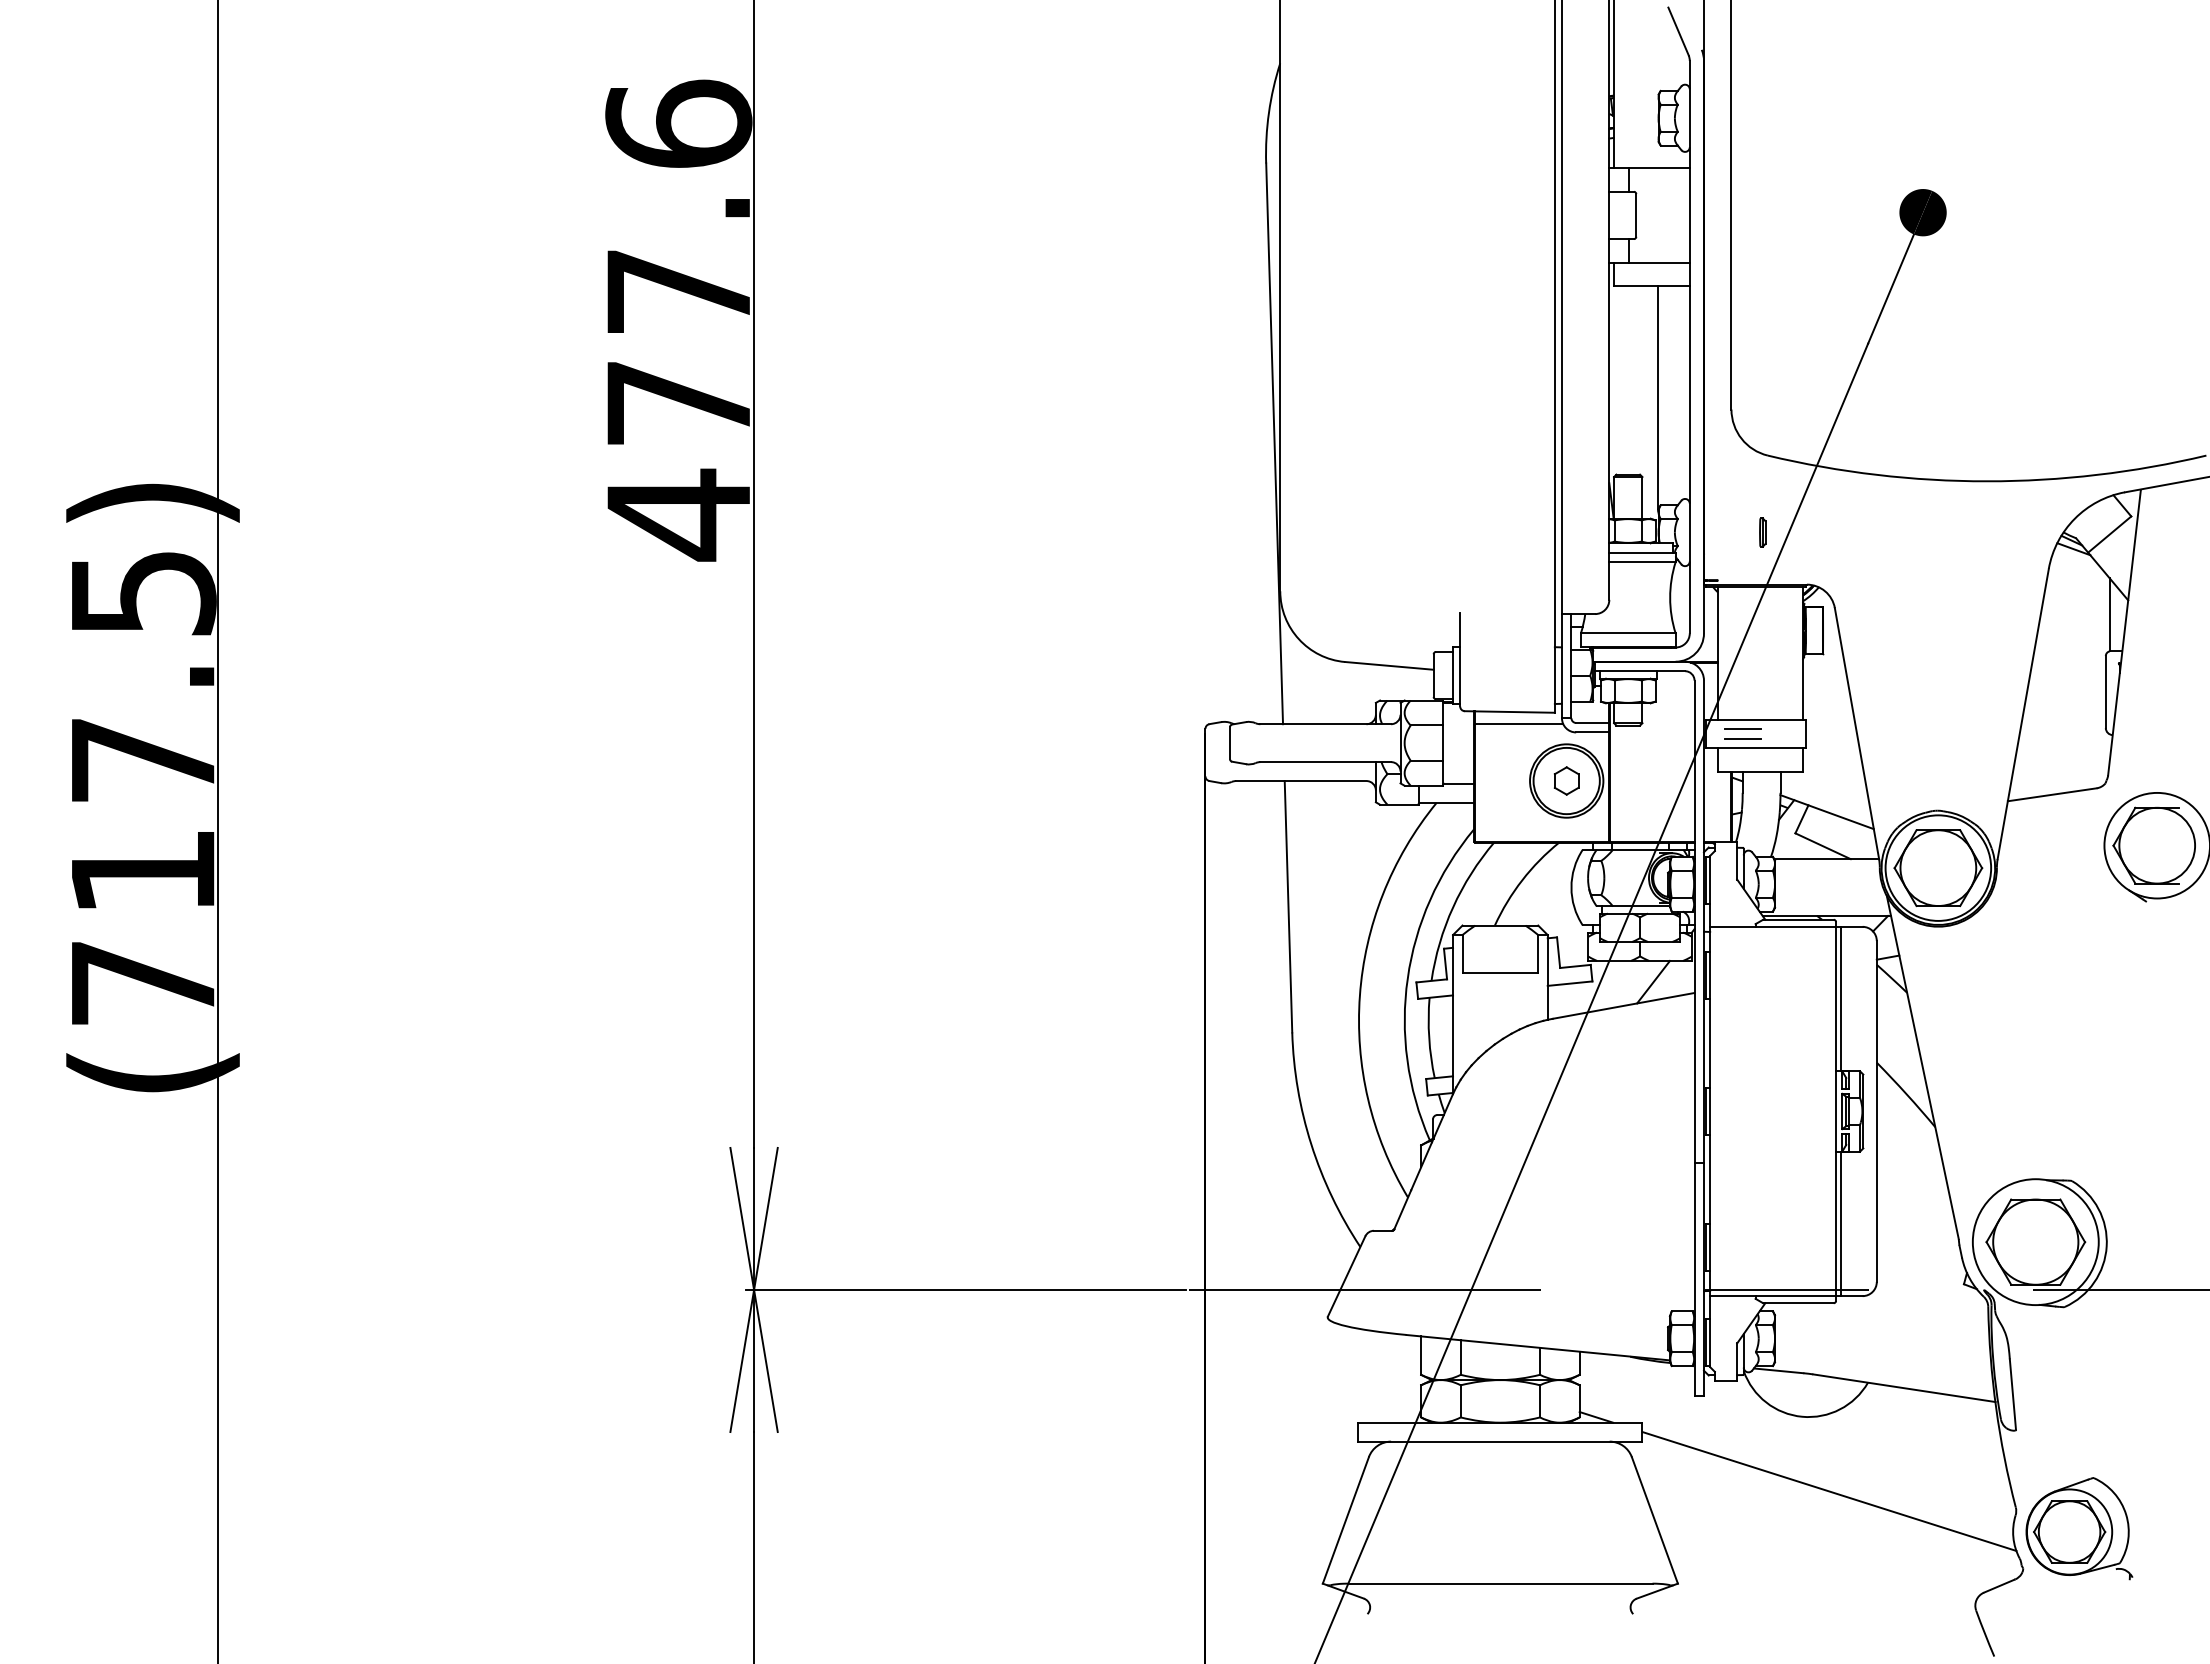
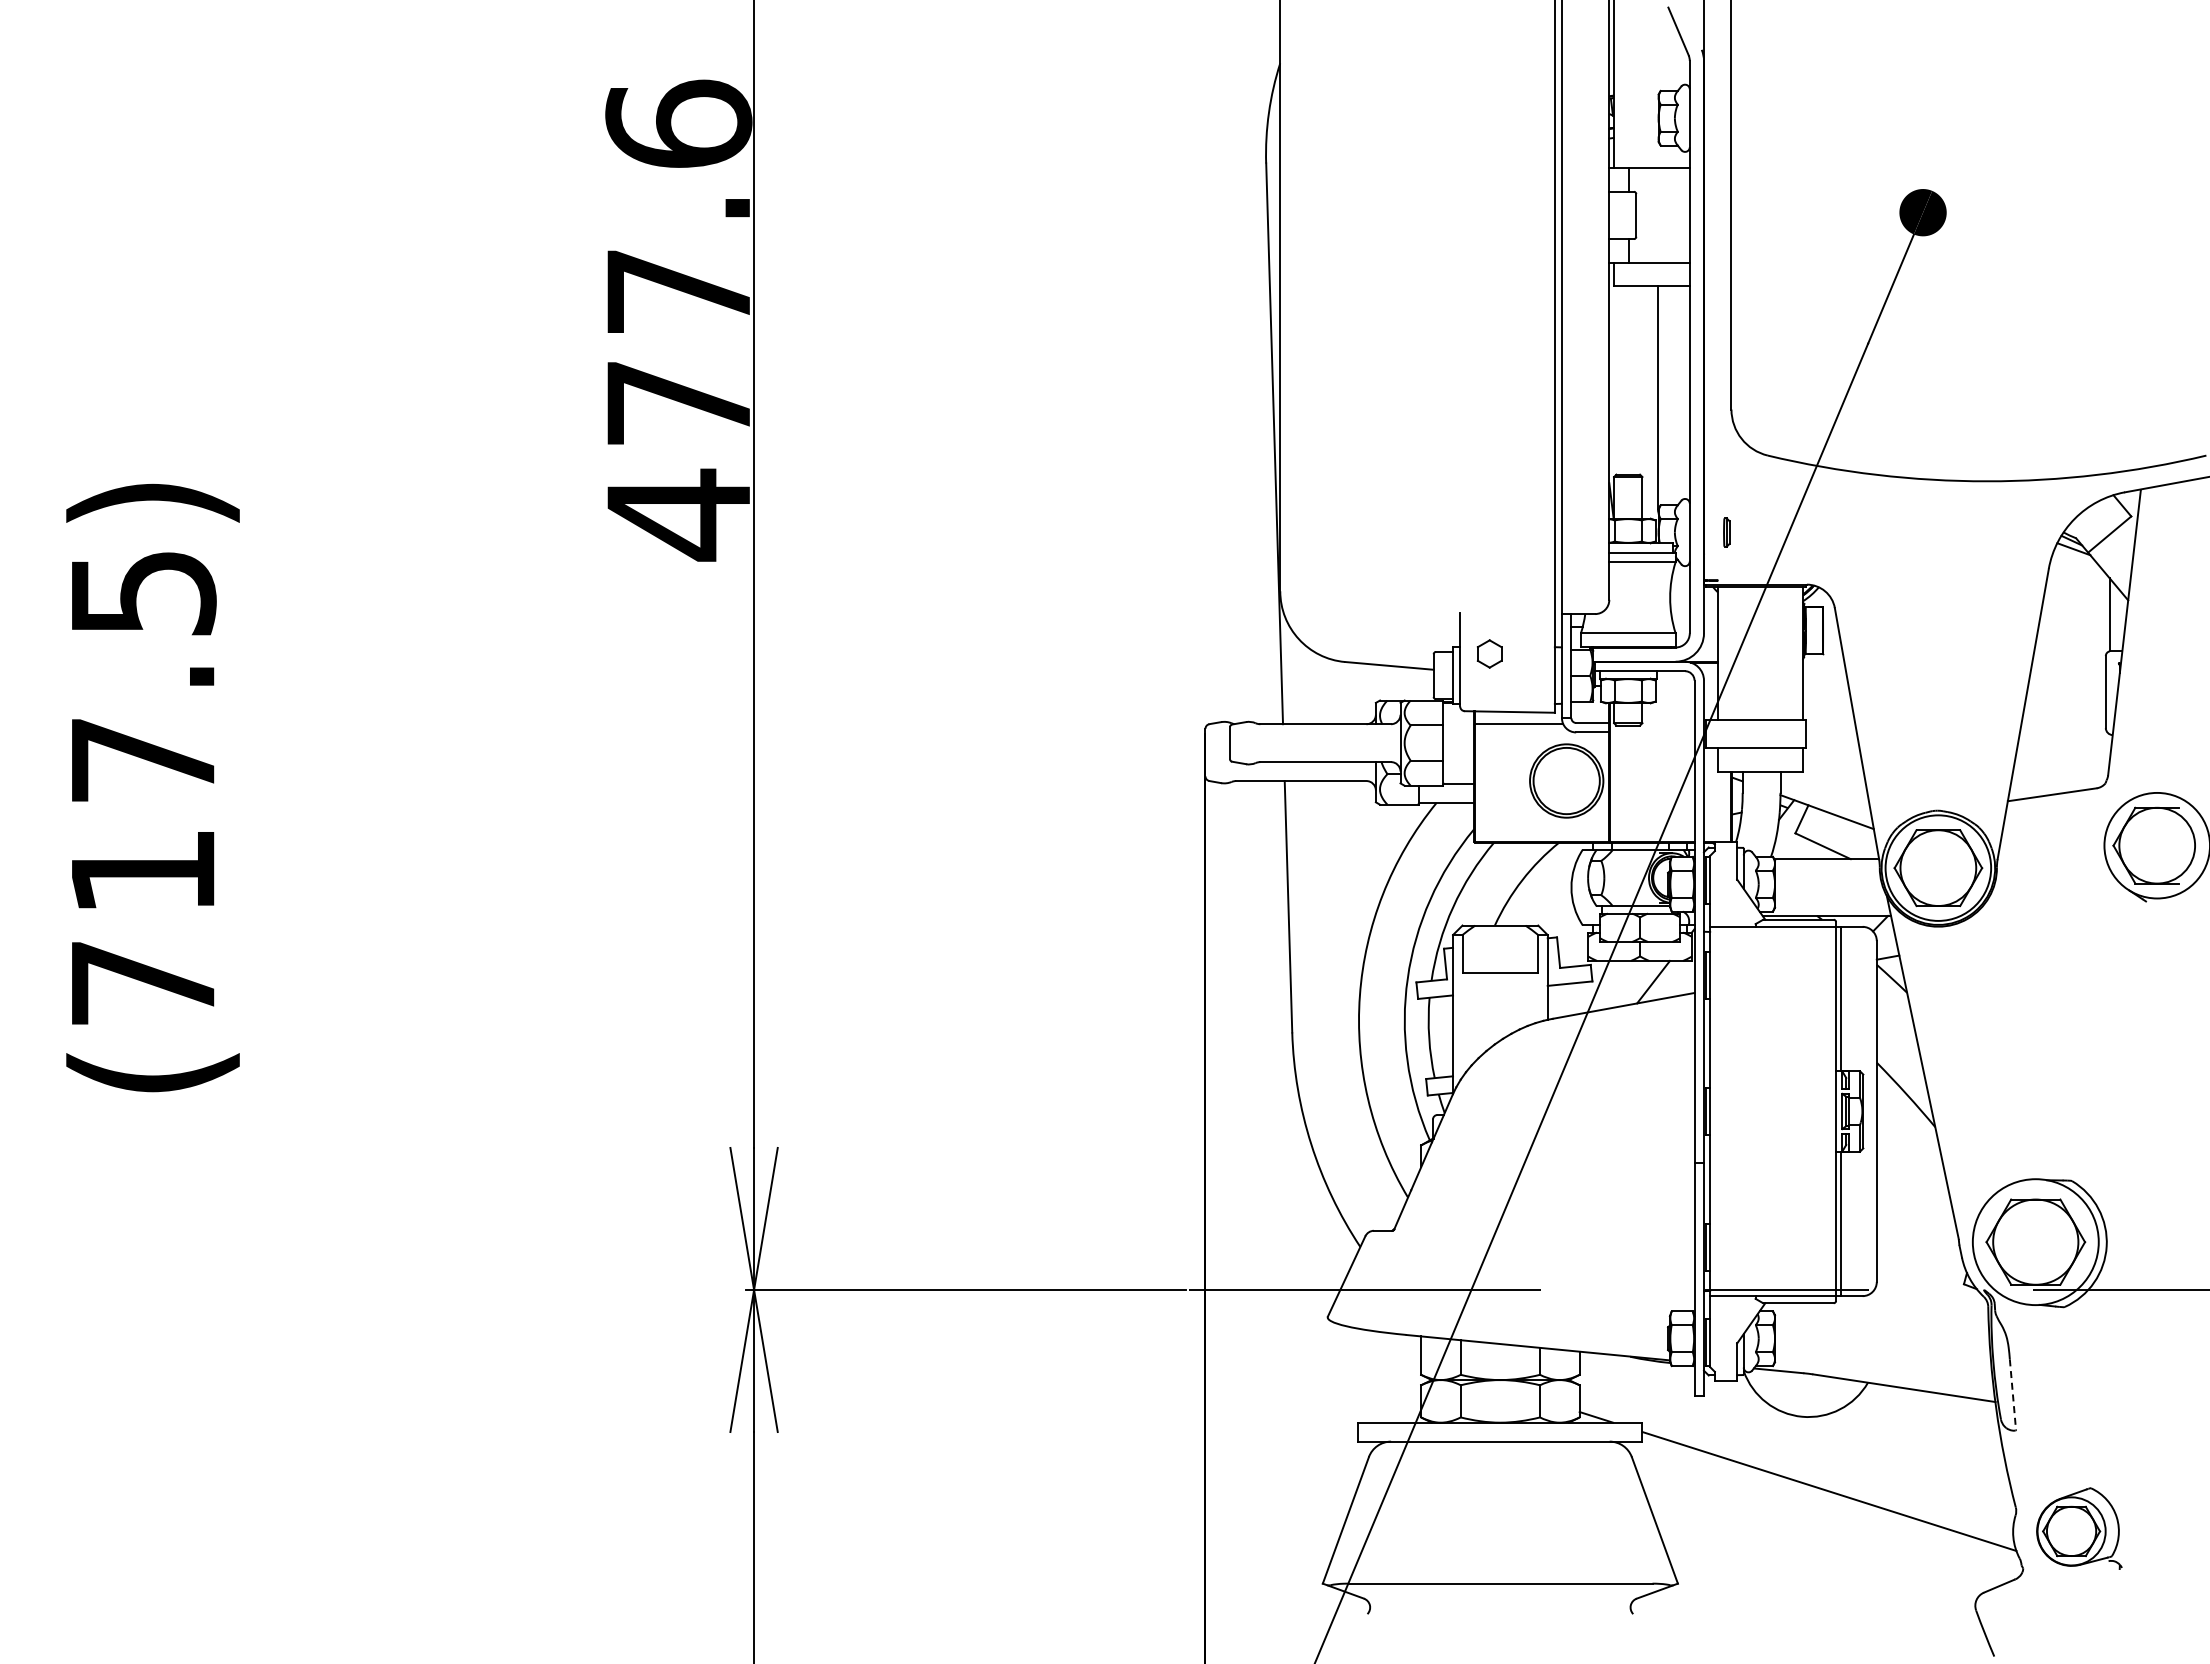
part at (1762, 532) position: (1762, 532) -> (1726, 532)
line at (1742, 729): present -> none
line at (1742, 738): present -> none
part at (1566, 780) position: (1566, 780) -> (1489, 653)
line at (218, 831): present -> none
line at (2012, 1395): solid -> dashed
part at (2079, 1528) size: 109x104 px -> 87x83 px
